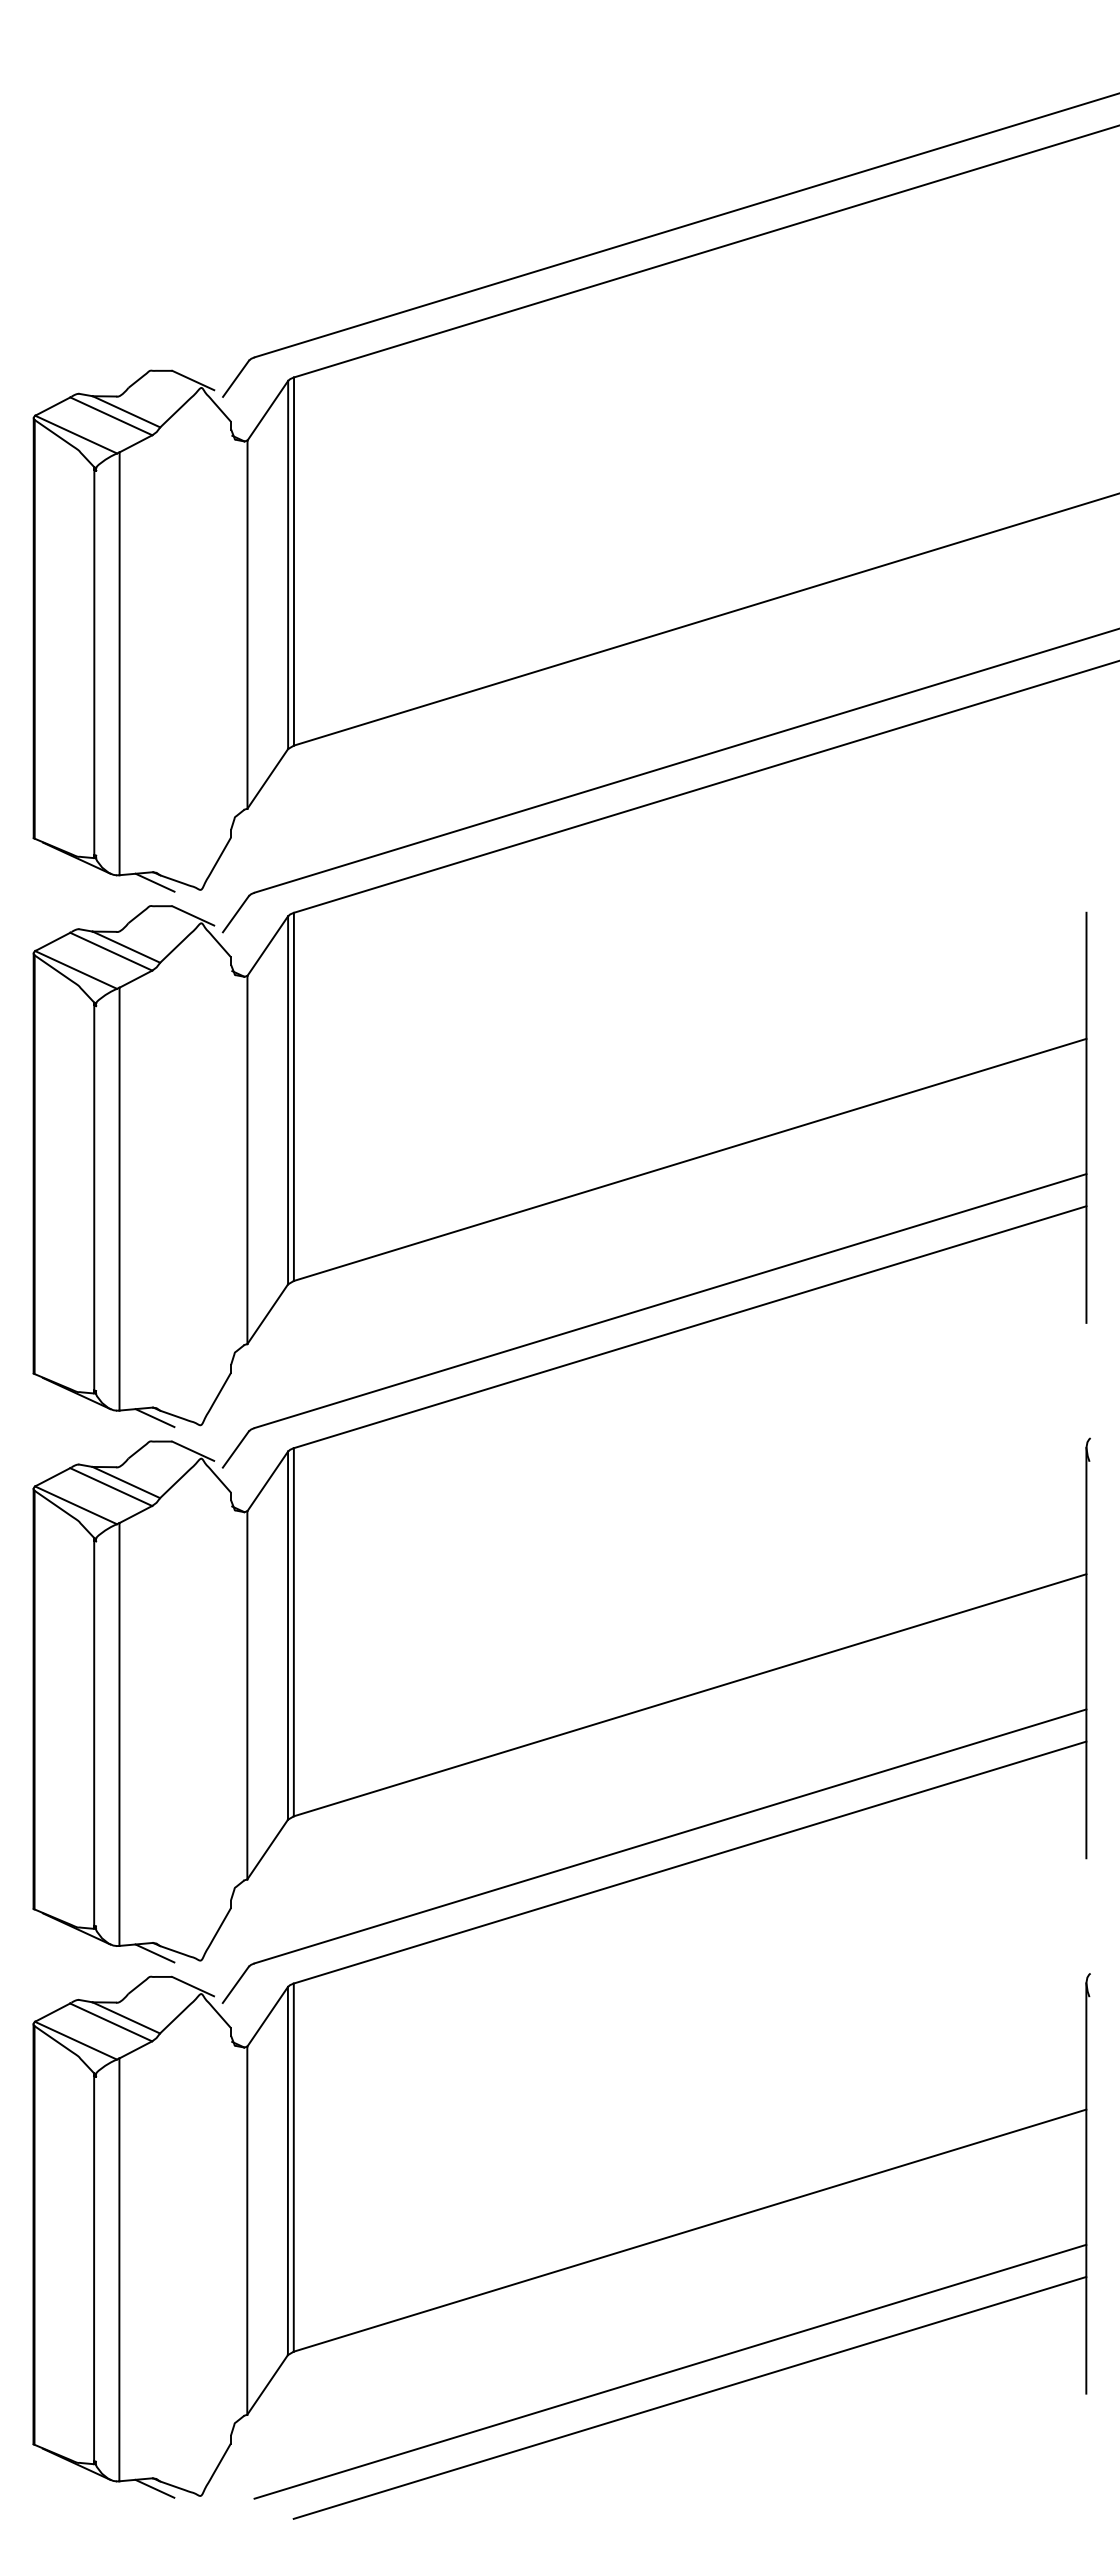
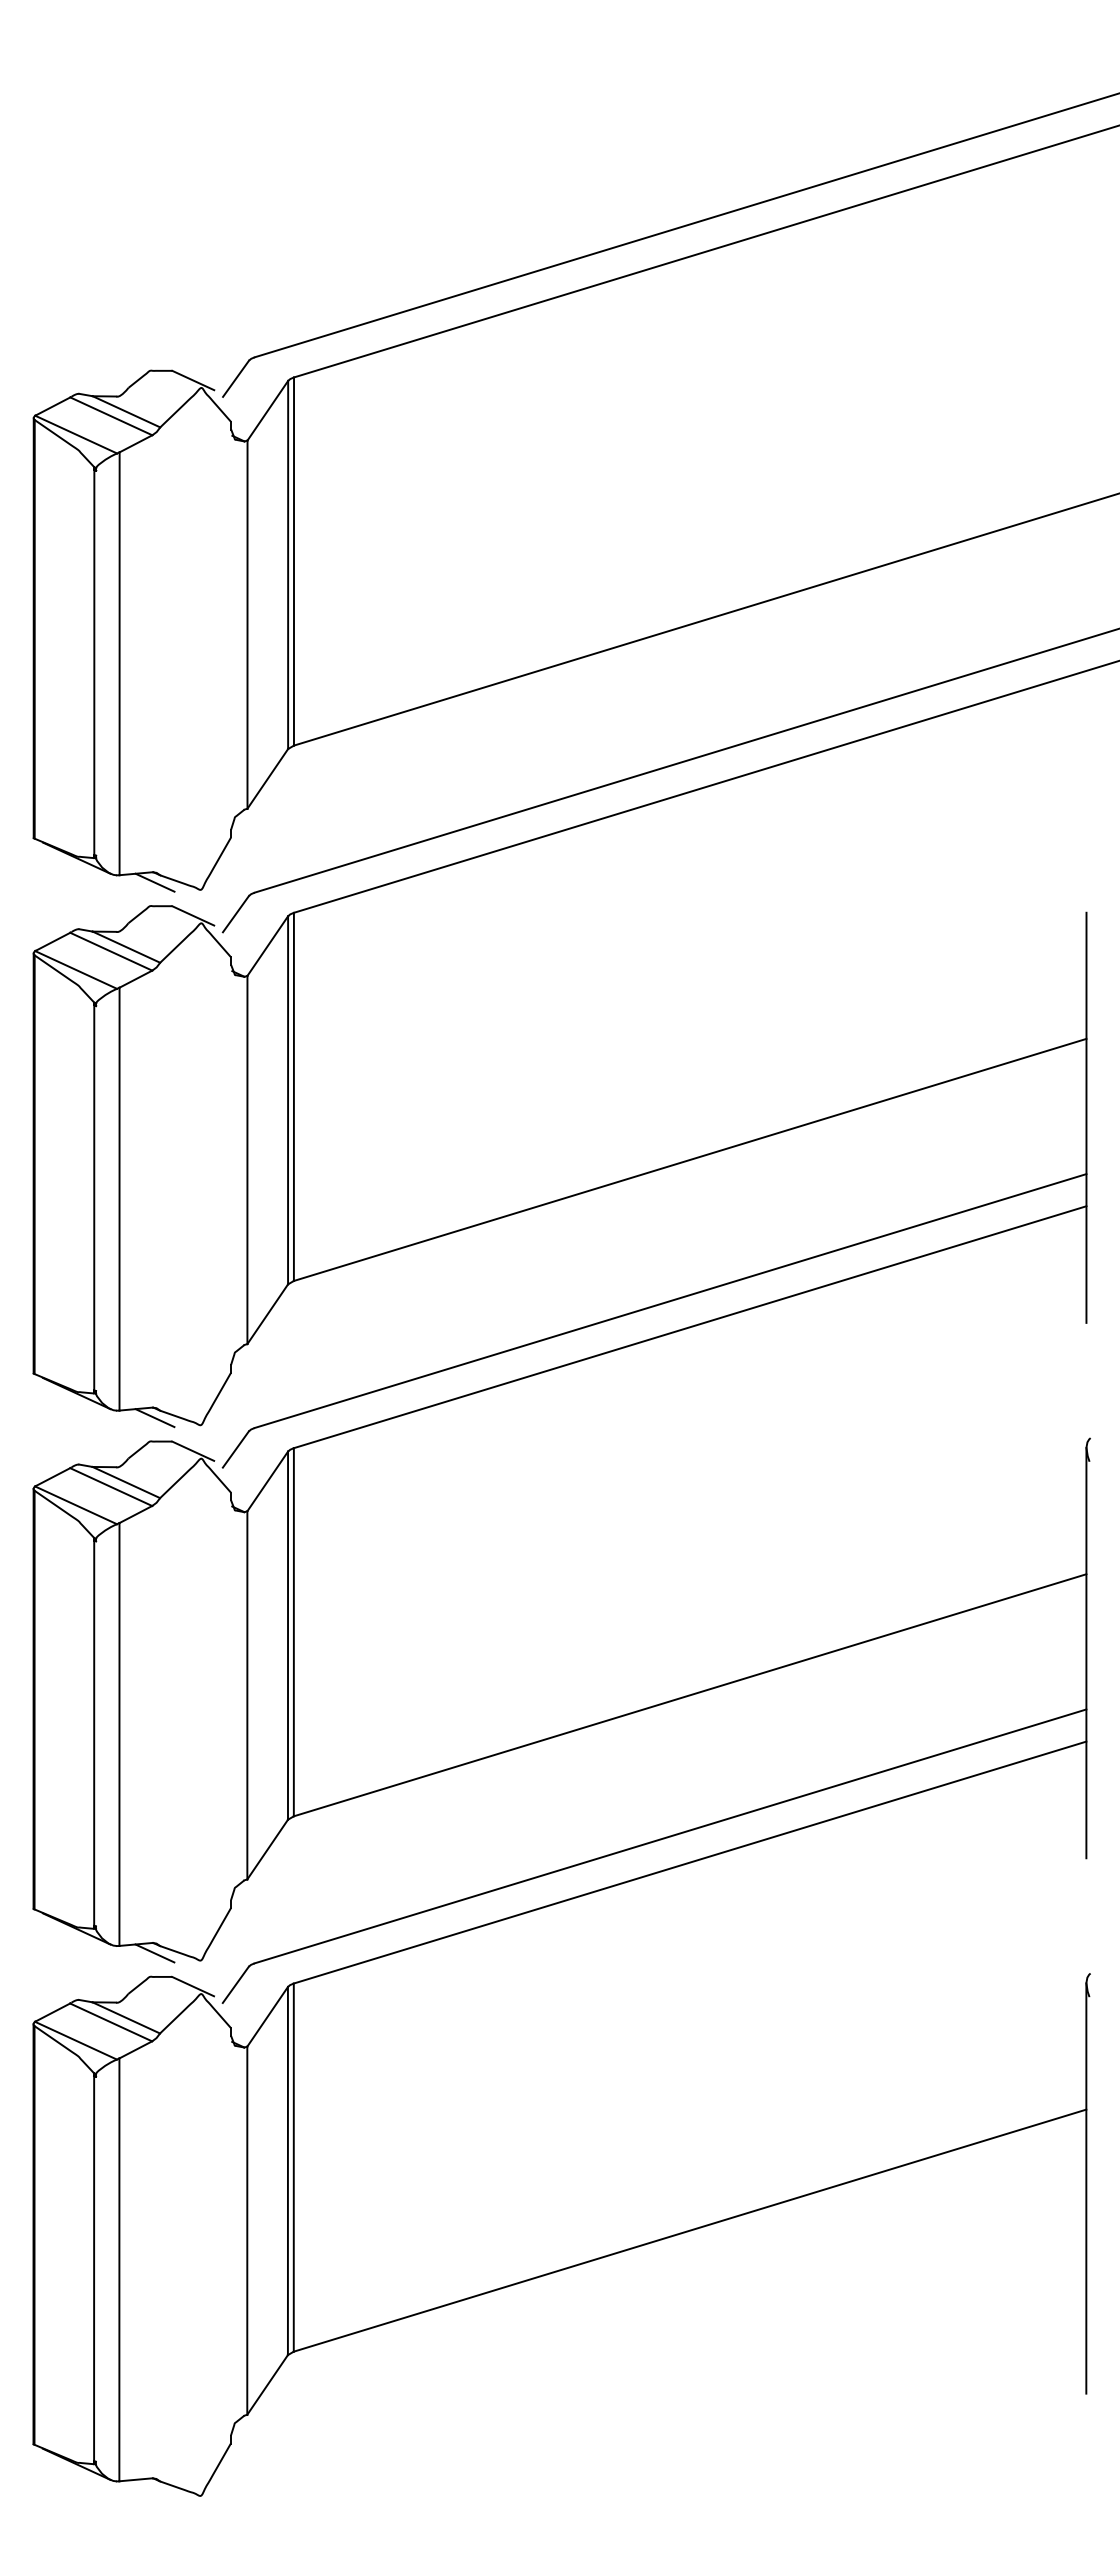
line at (670, 2371): present -> none
line at (689, 2397): present -> none
line at (154, 2488): present -> none
